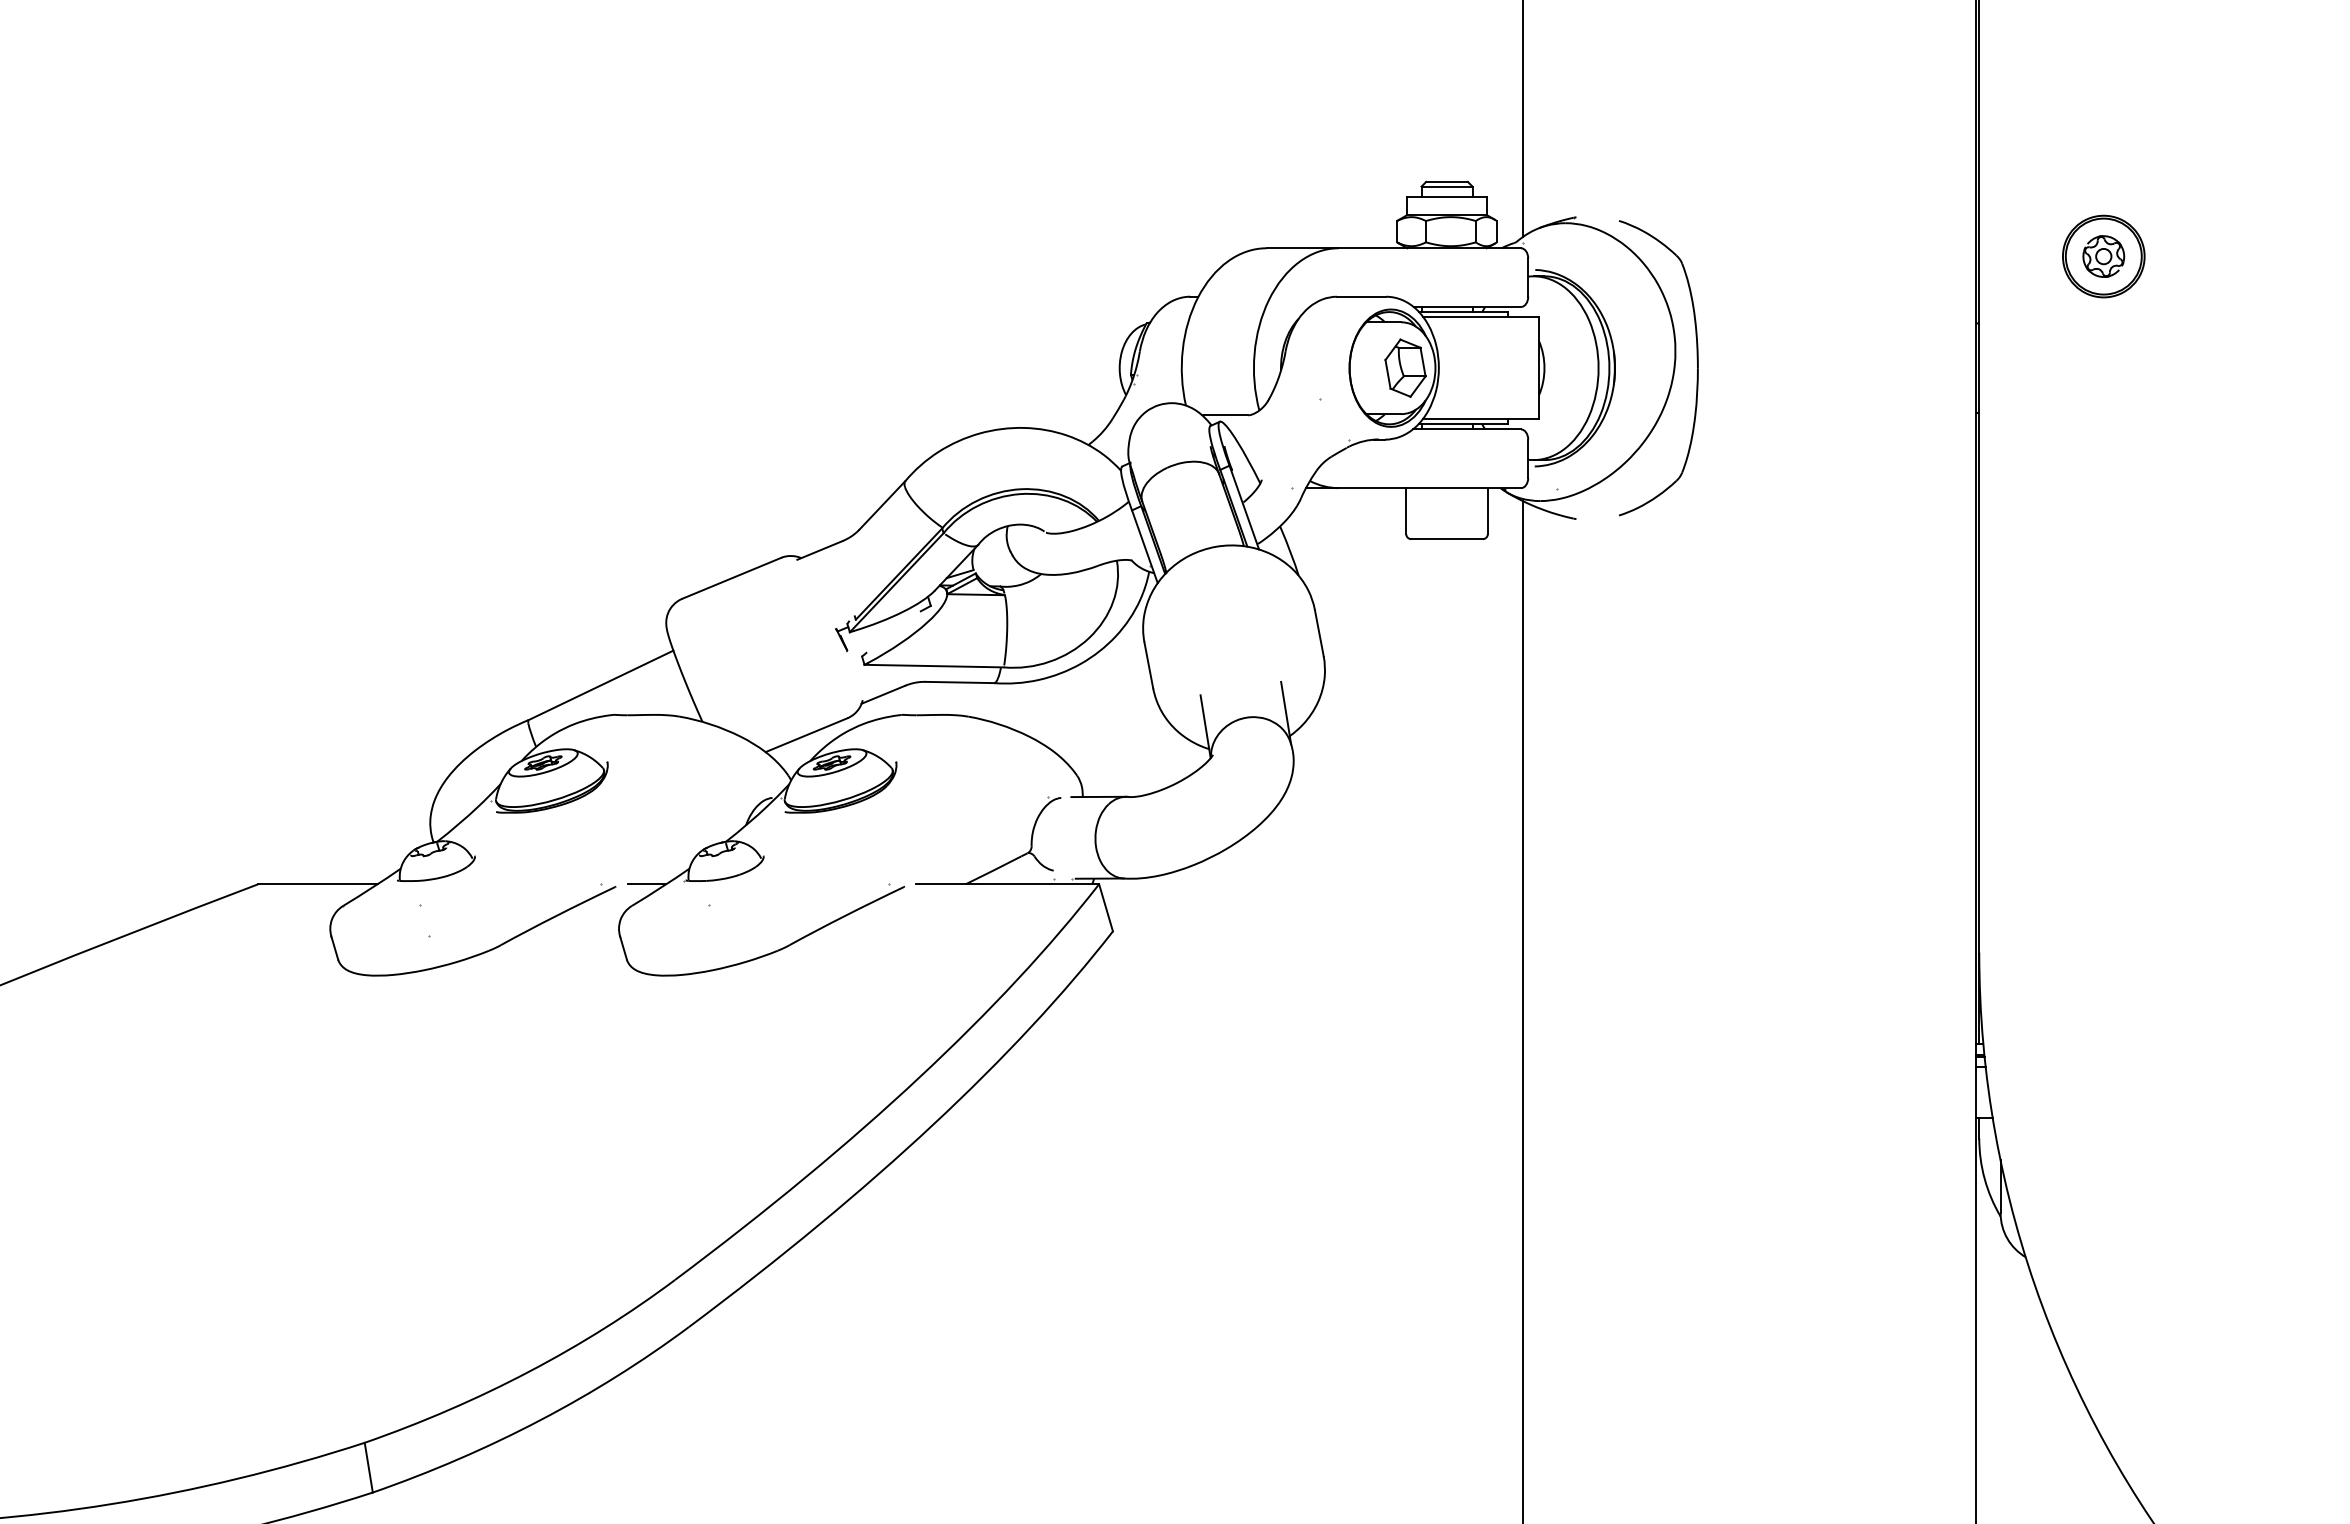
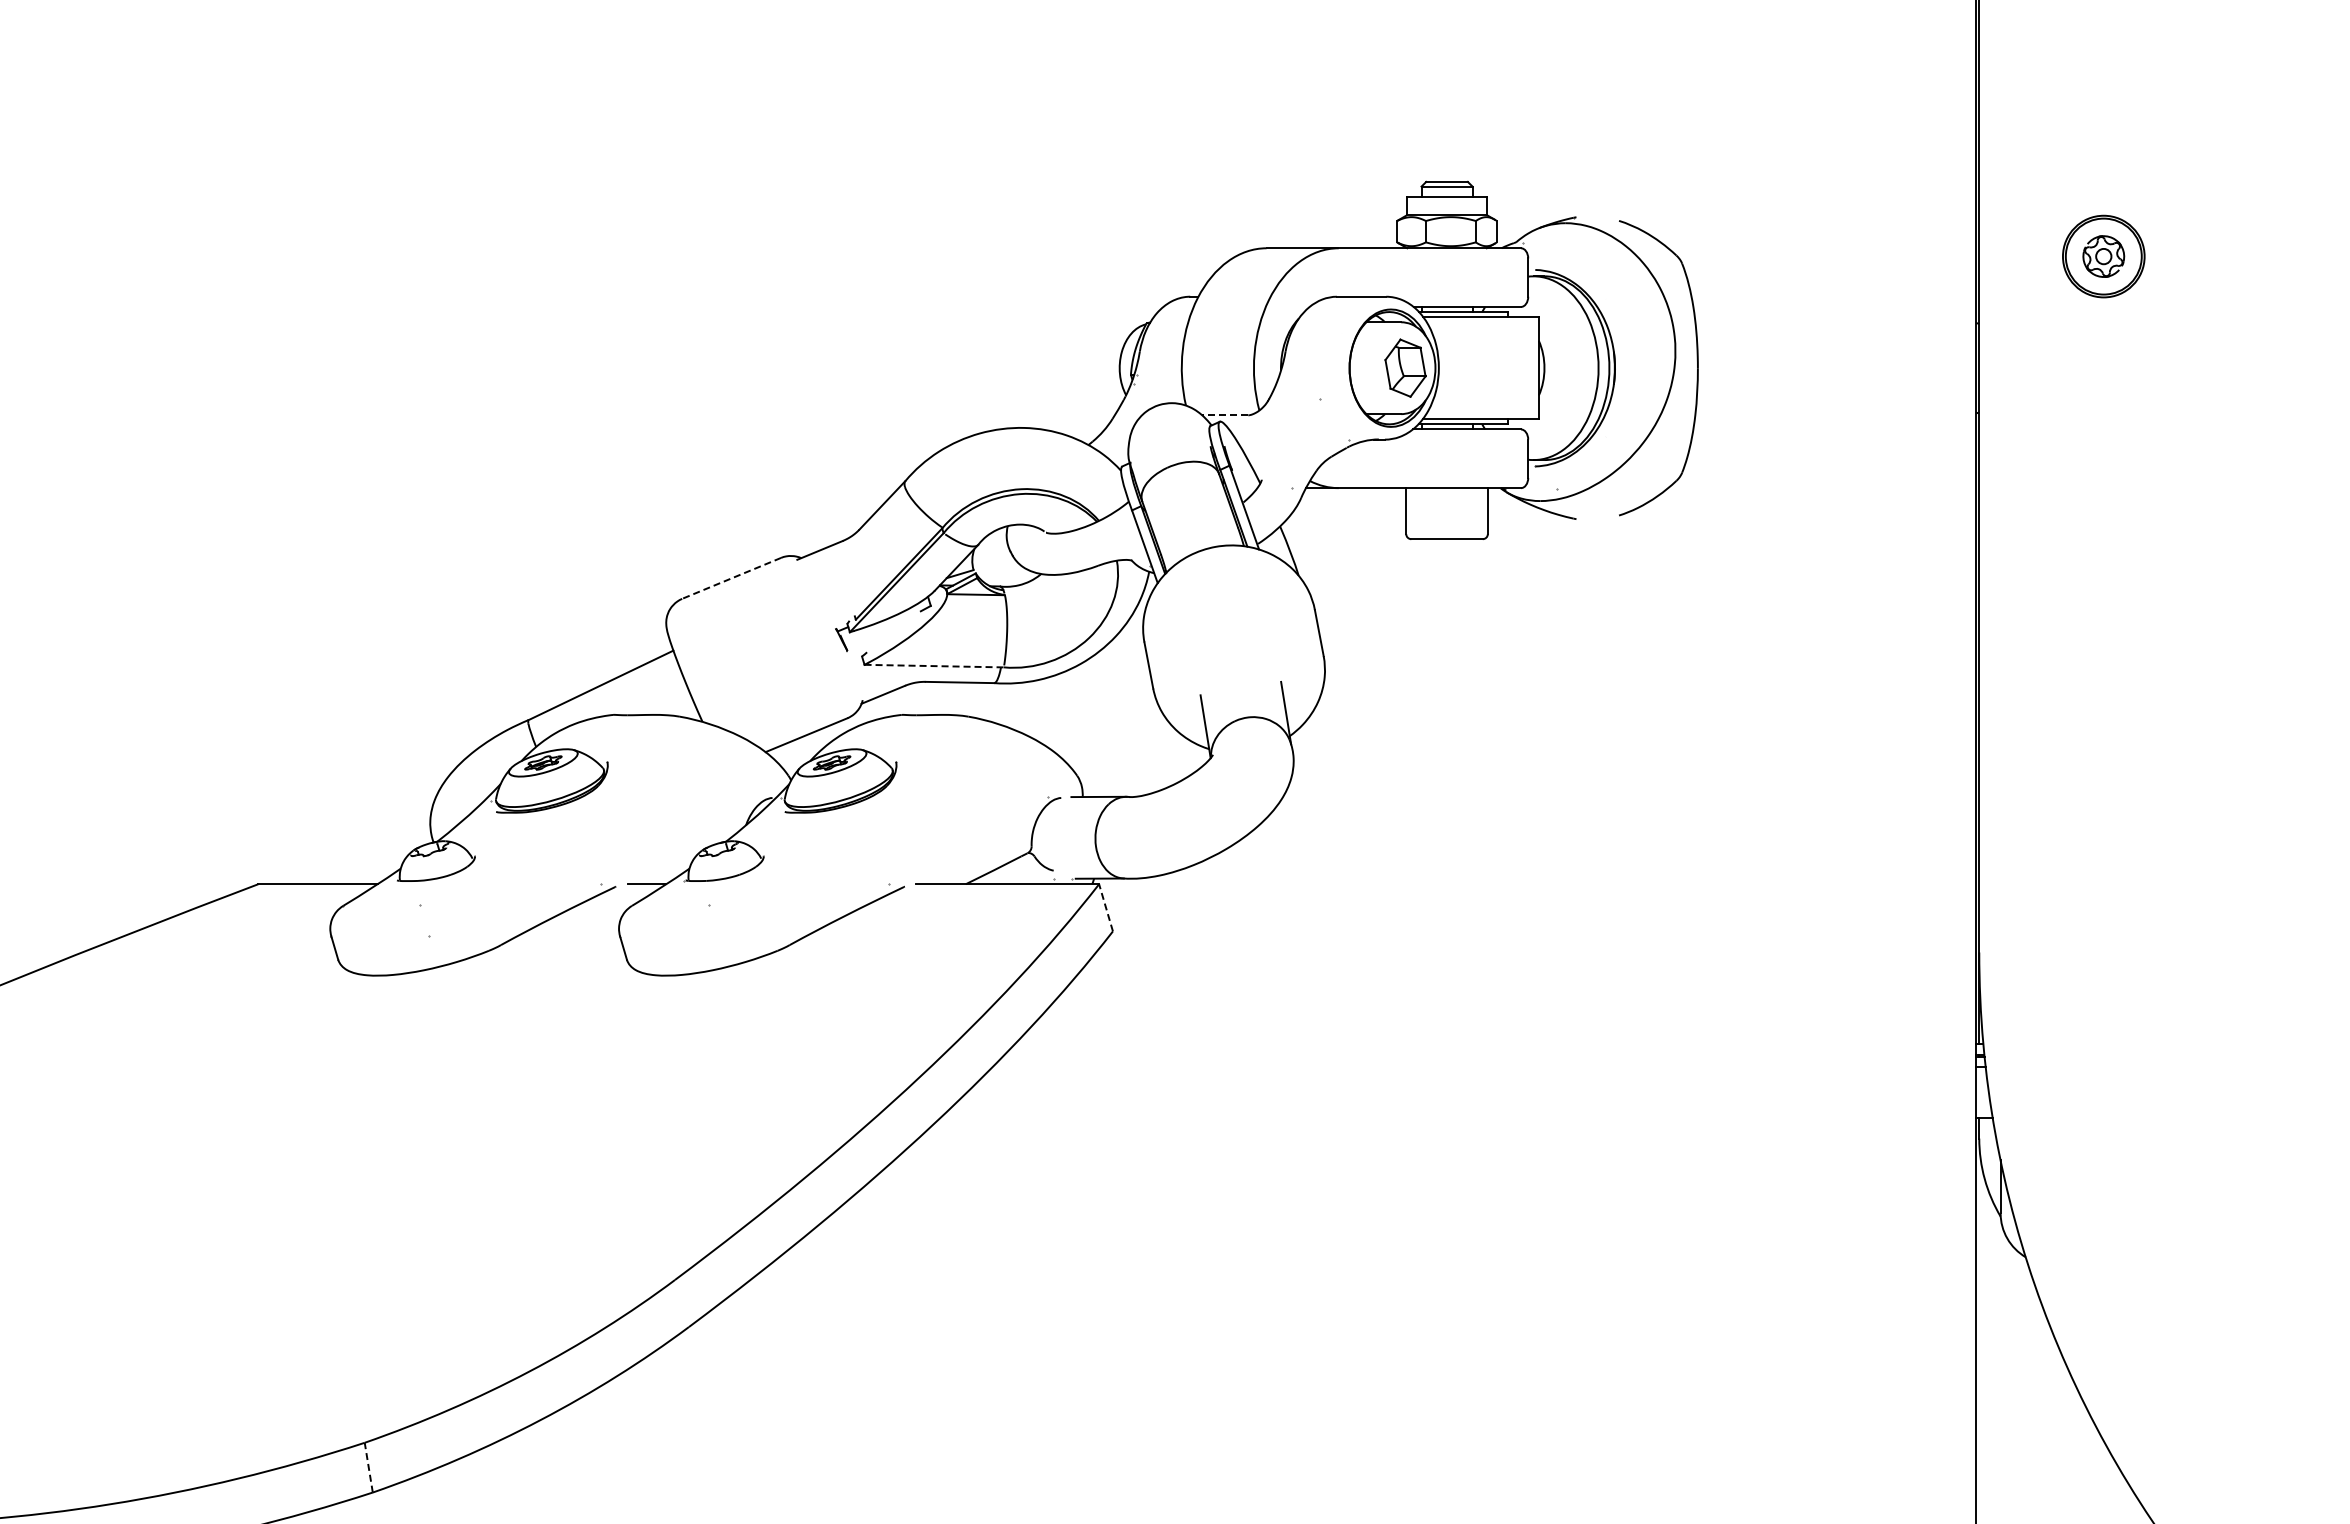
line at (1522, 119): present -> none
line at (1224, 415): solid -> dashed
line at (731, 578): solid -> dashed
line at (934, 666): solid -> dashed
line at (1106, 907): solid -> dashed
line at (1522, 1010): present -> none
line at (368, 1467): solid -> dashed
